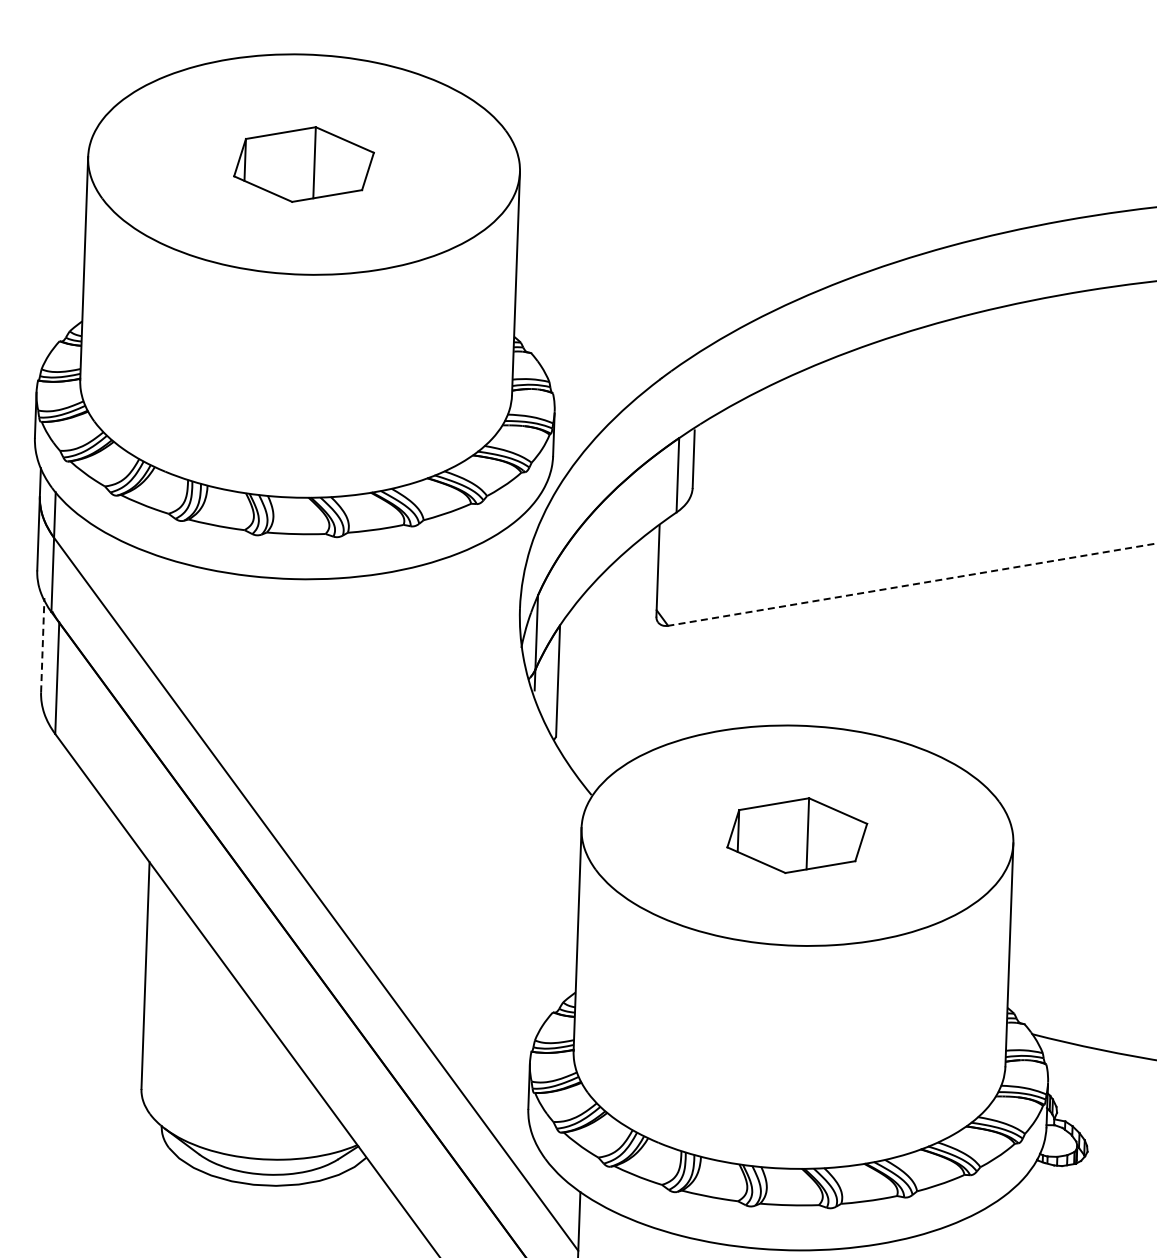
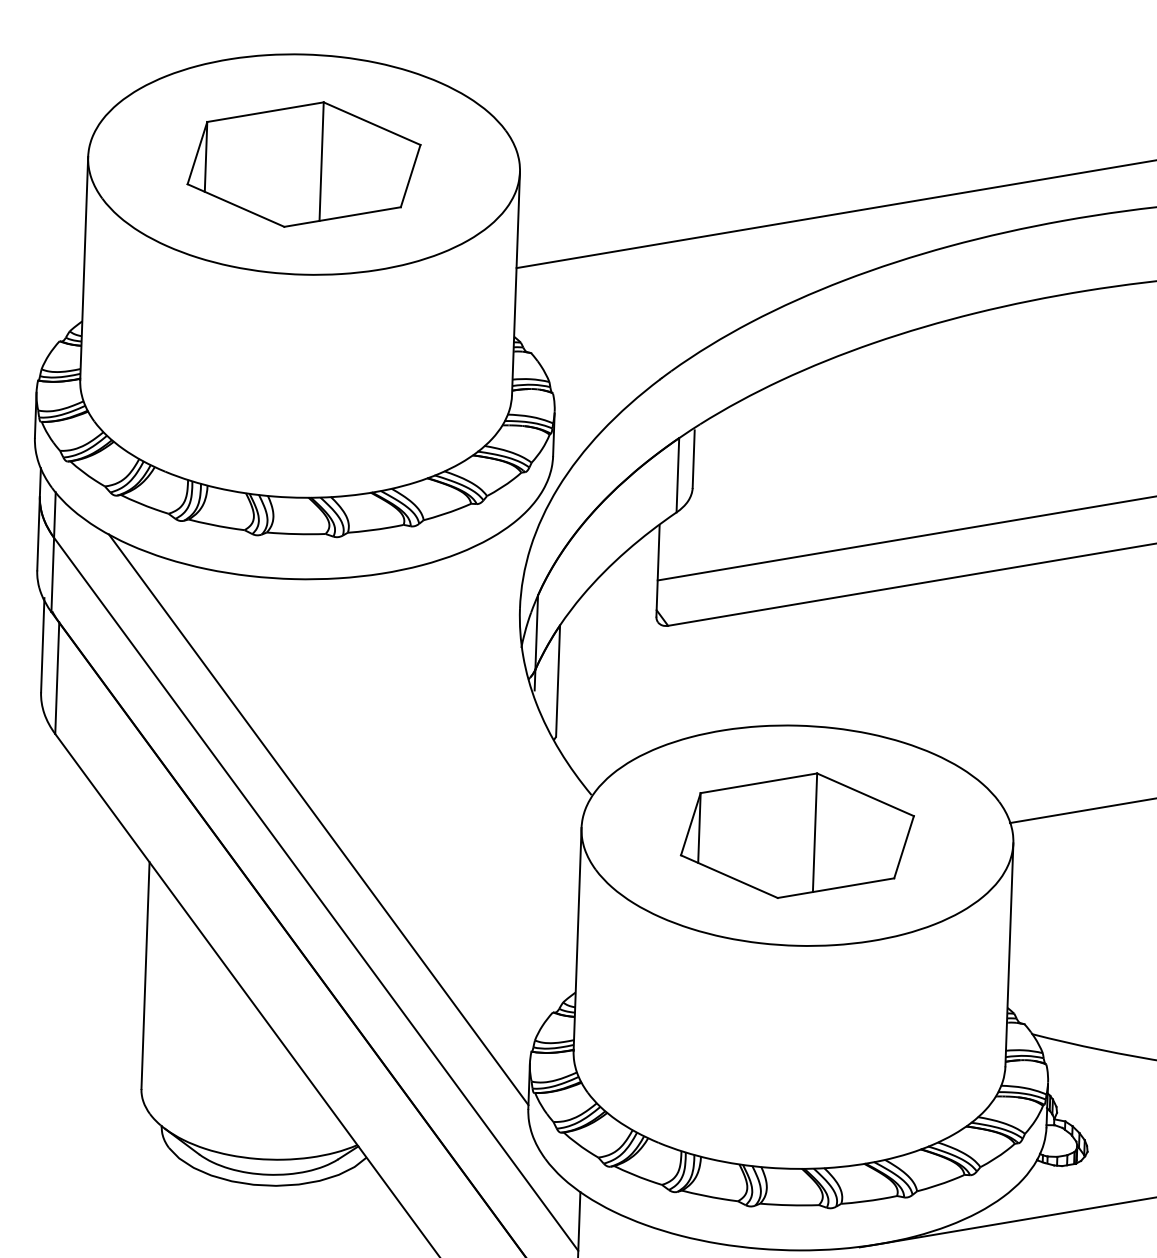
part at (303, 164) size: 142x77 px -> 236x127 px
line at (834, 214): none -> present
line at (905, 538): none -> present
line at (911, 584): dashed -> solid
line at (42, 644): dashed -> solid
line at (1081, 810): none -> present
line at (318, 819): none -> present
part at (797, 835) size: 143x77 px -> 236x127 px
line at (1006, 1222): none -> present
